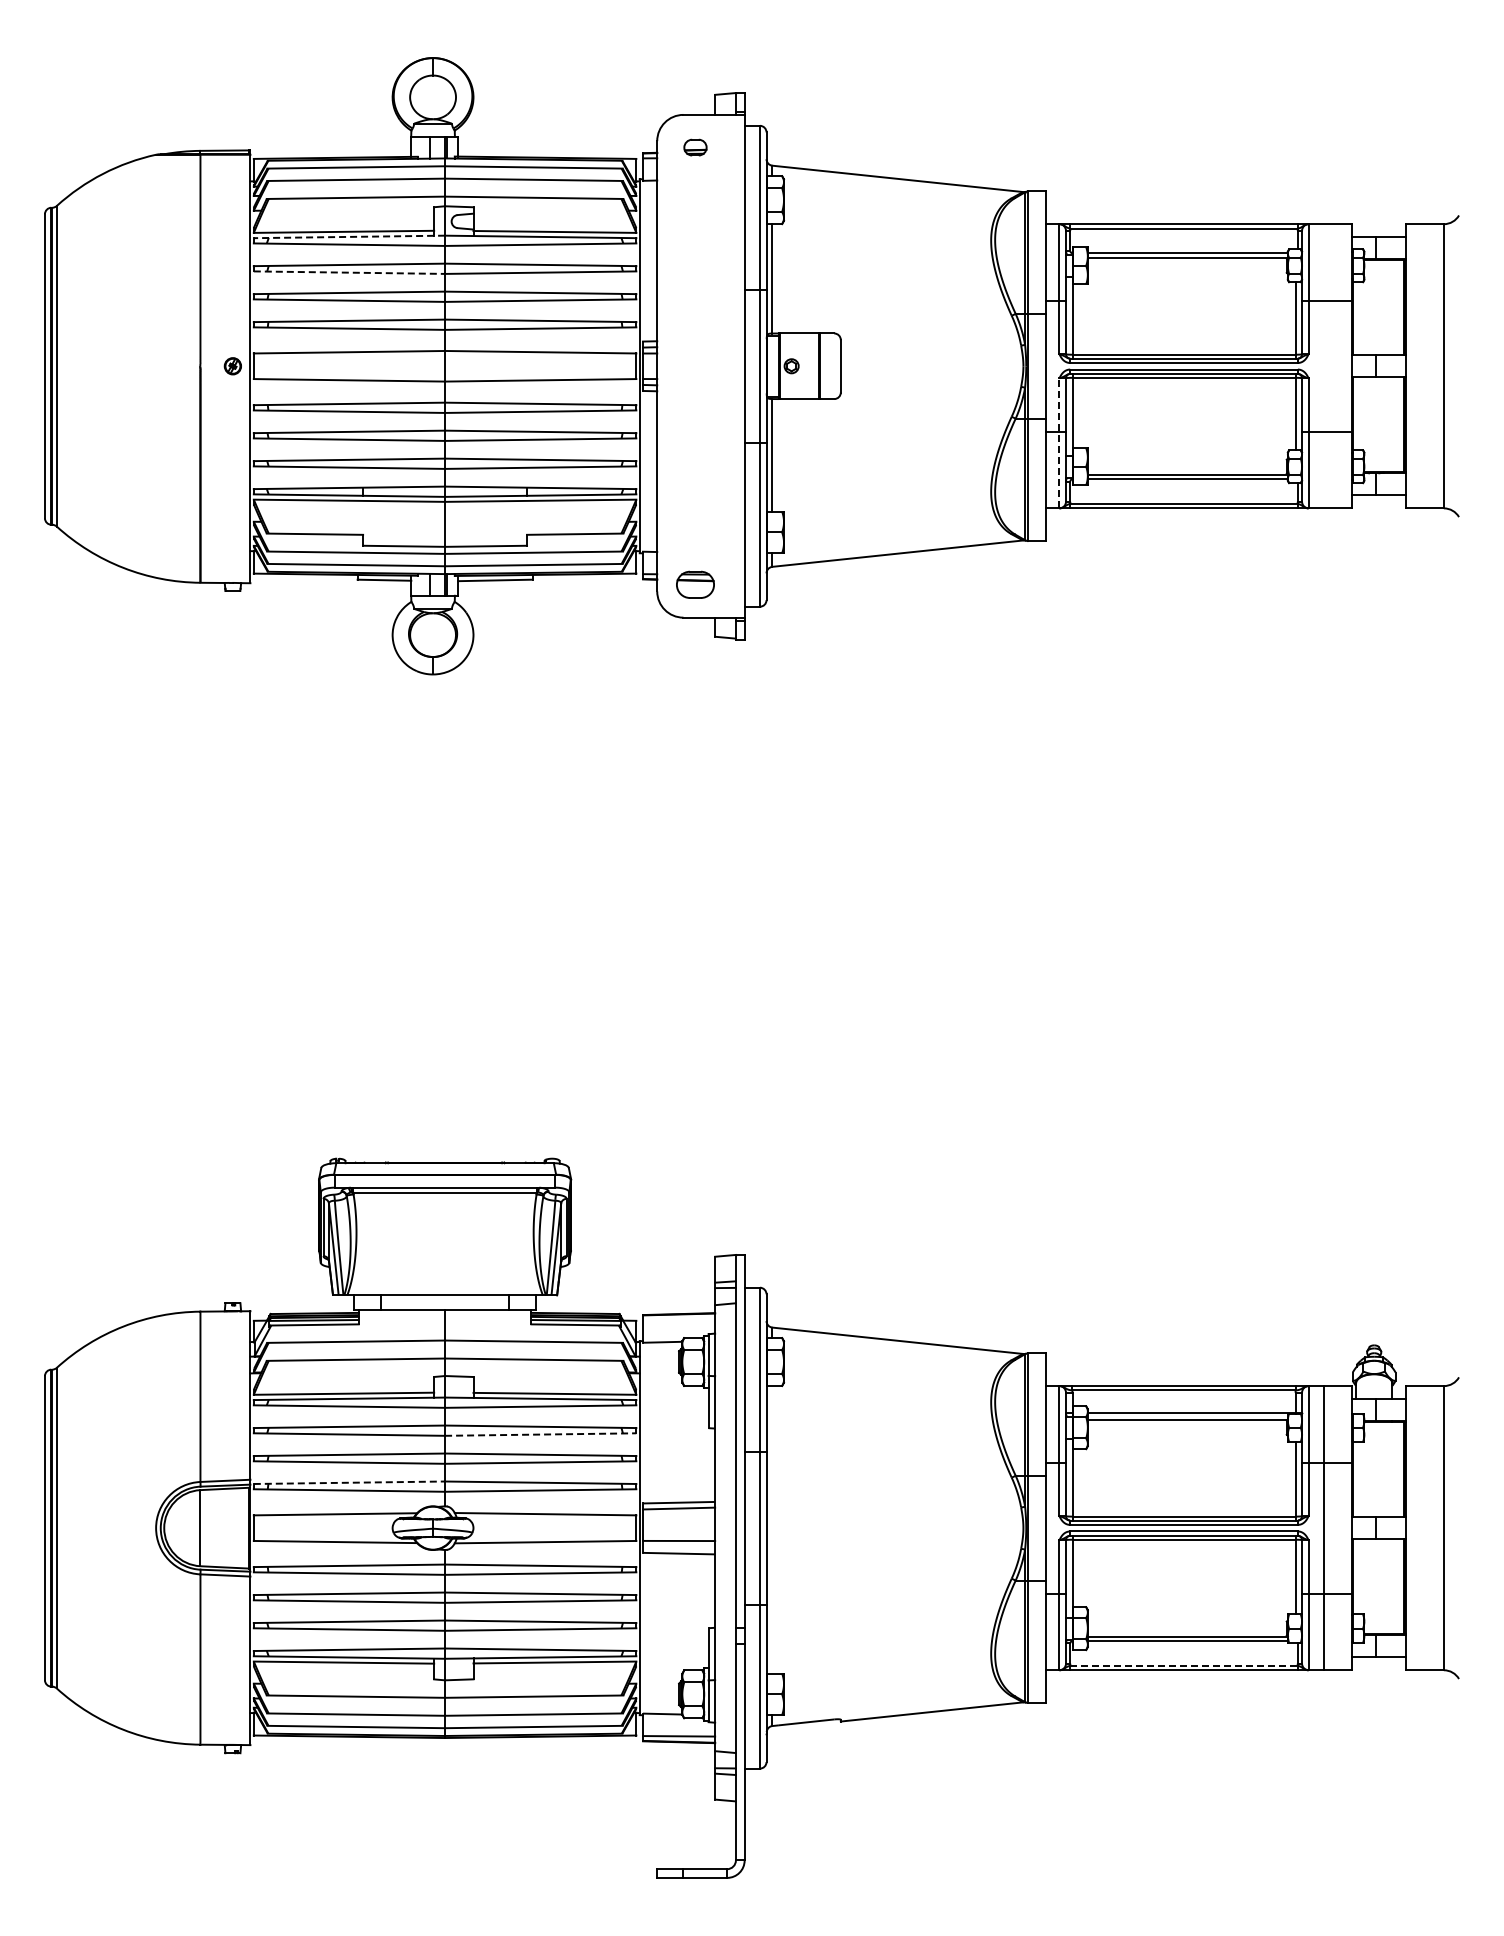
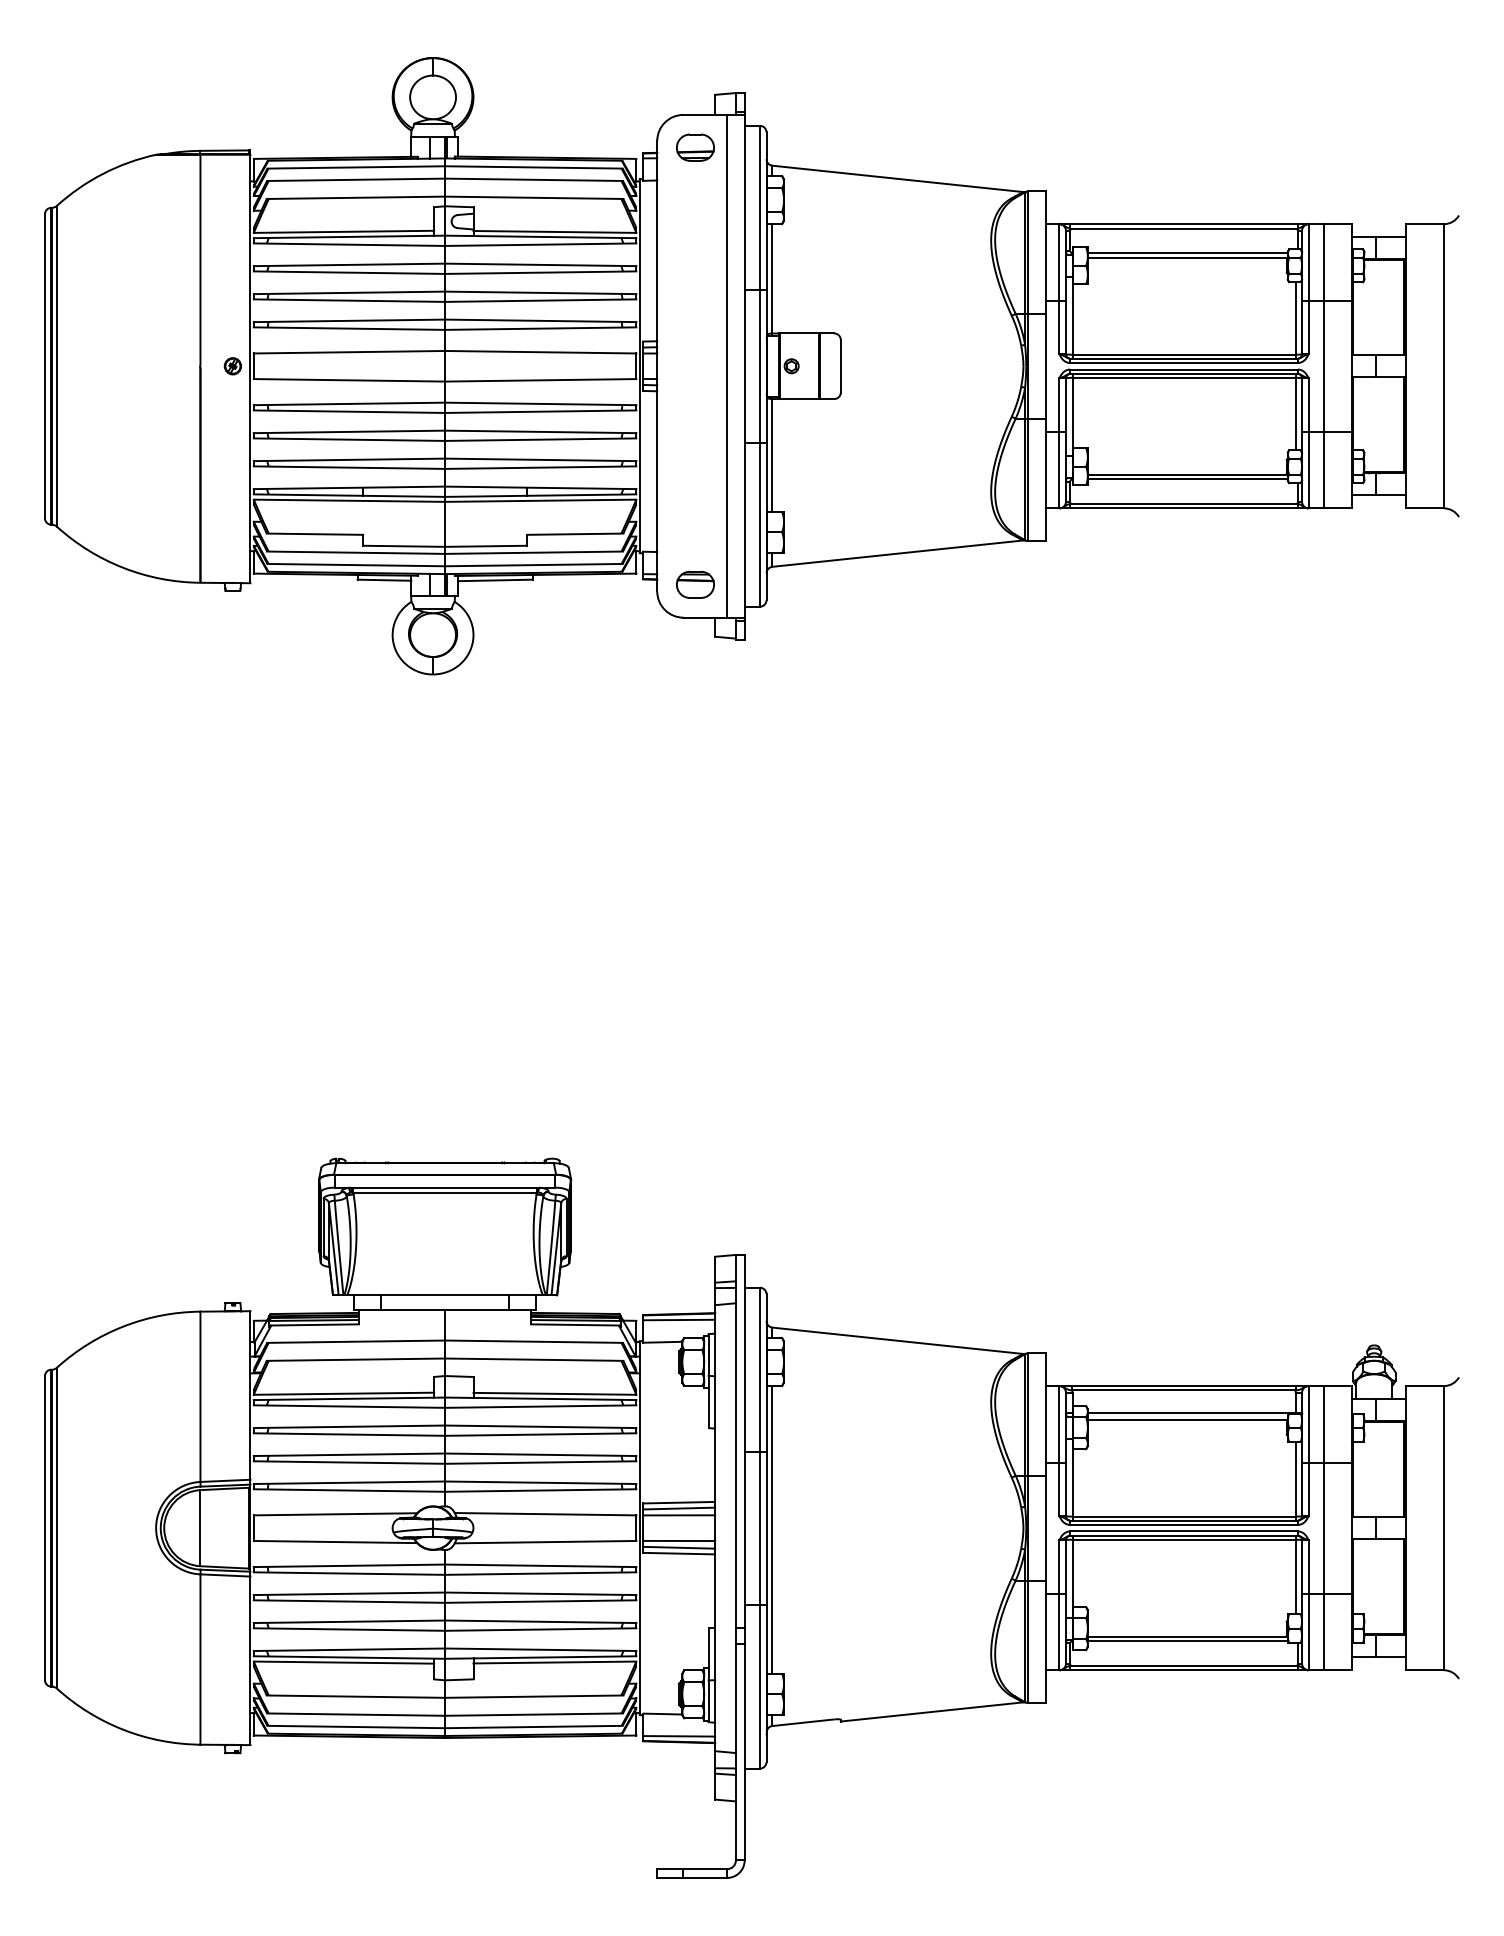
part at (695, 147) size: 25x19 px -> 39x29 px
line at (349, 236): dashed -> solid
line at (349, 272): dashed -> solid
line at (727, 365): none -> present
line at (1323, 366): none -> present
line at (1059, 442): dashed -> solid
line at (679, 1319): none -> present
line at (540, 1434): dashed -> solid
line at (349, 1482): dashed -> solid
line at (679, 1515): none -> present
line at (772, 1529): none -> present
line at (679, 1547): none -> present
line at (1184, 1665): dashed -> solid
